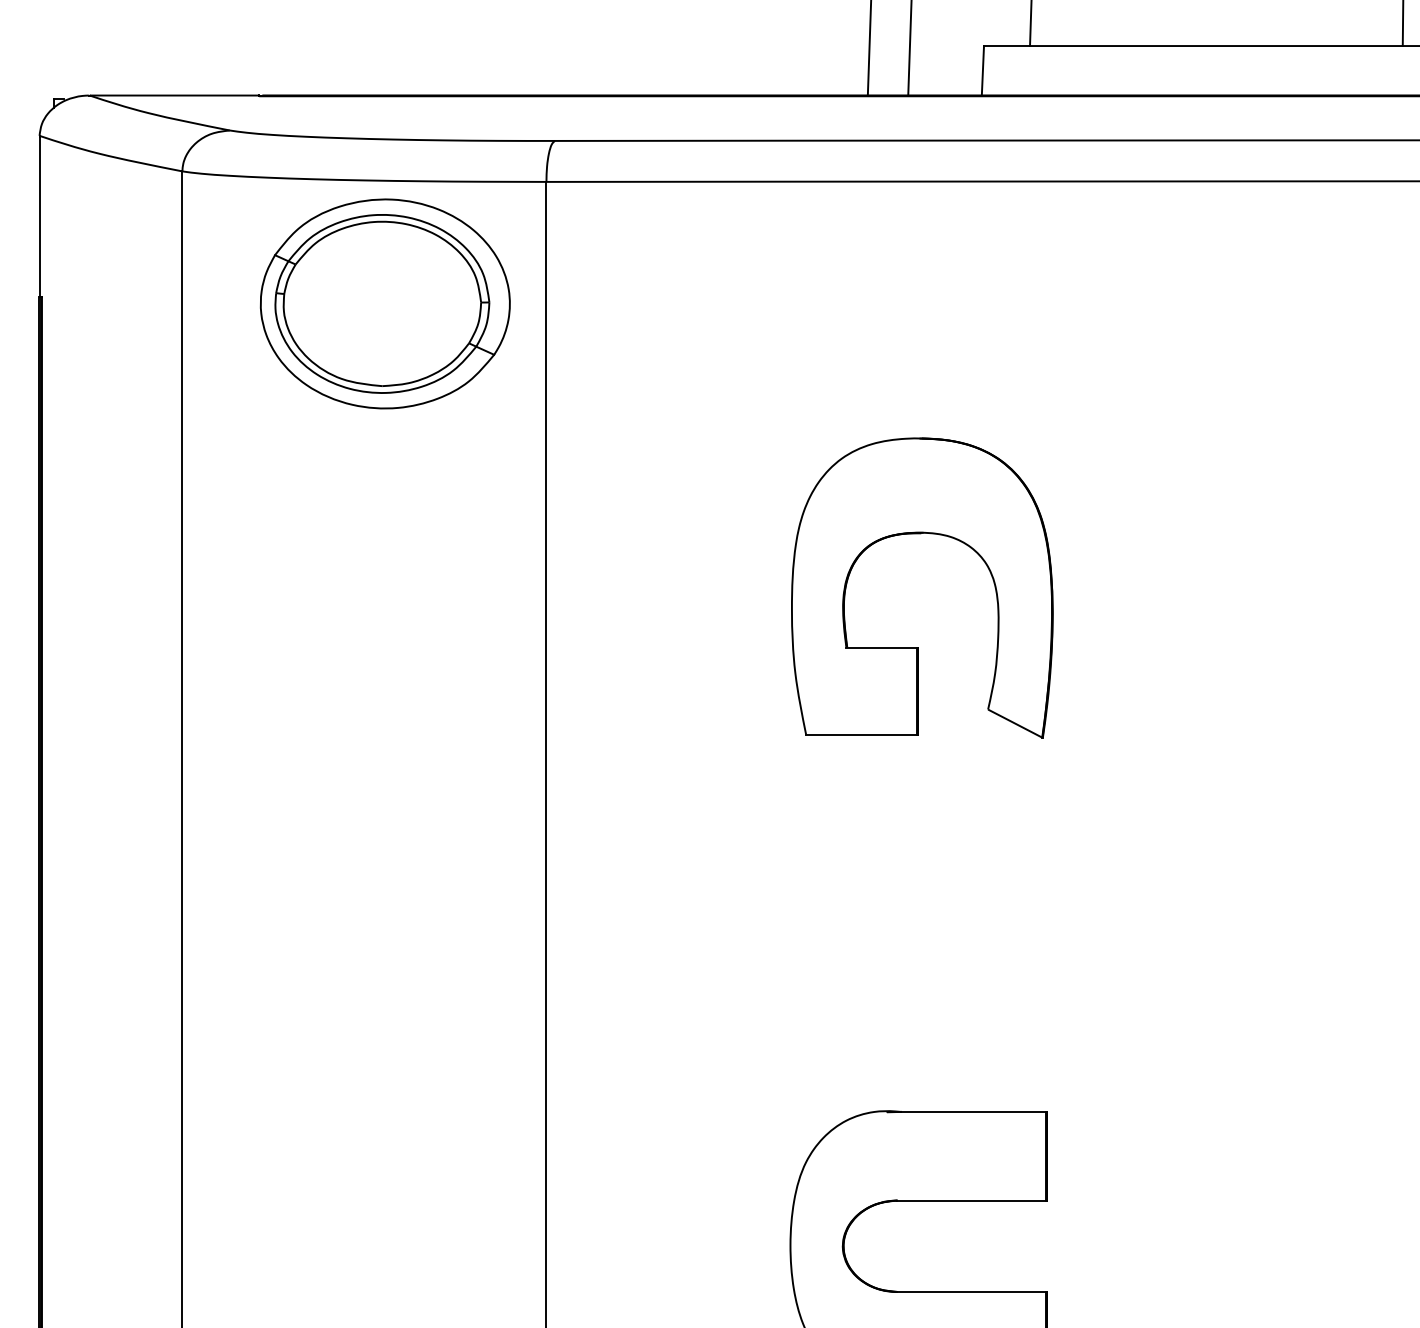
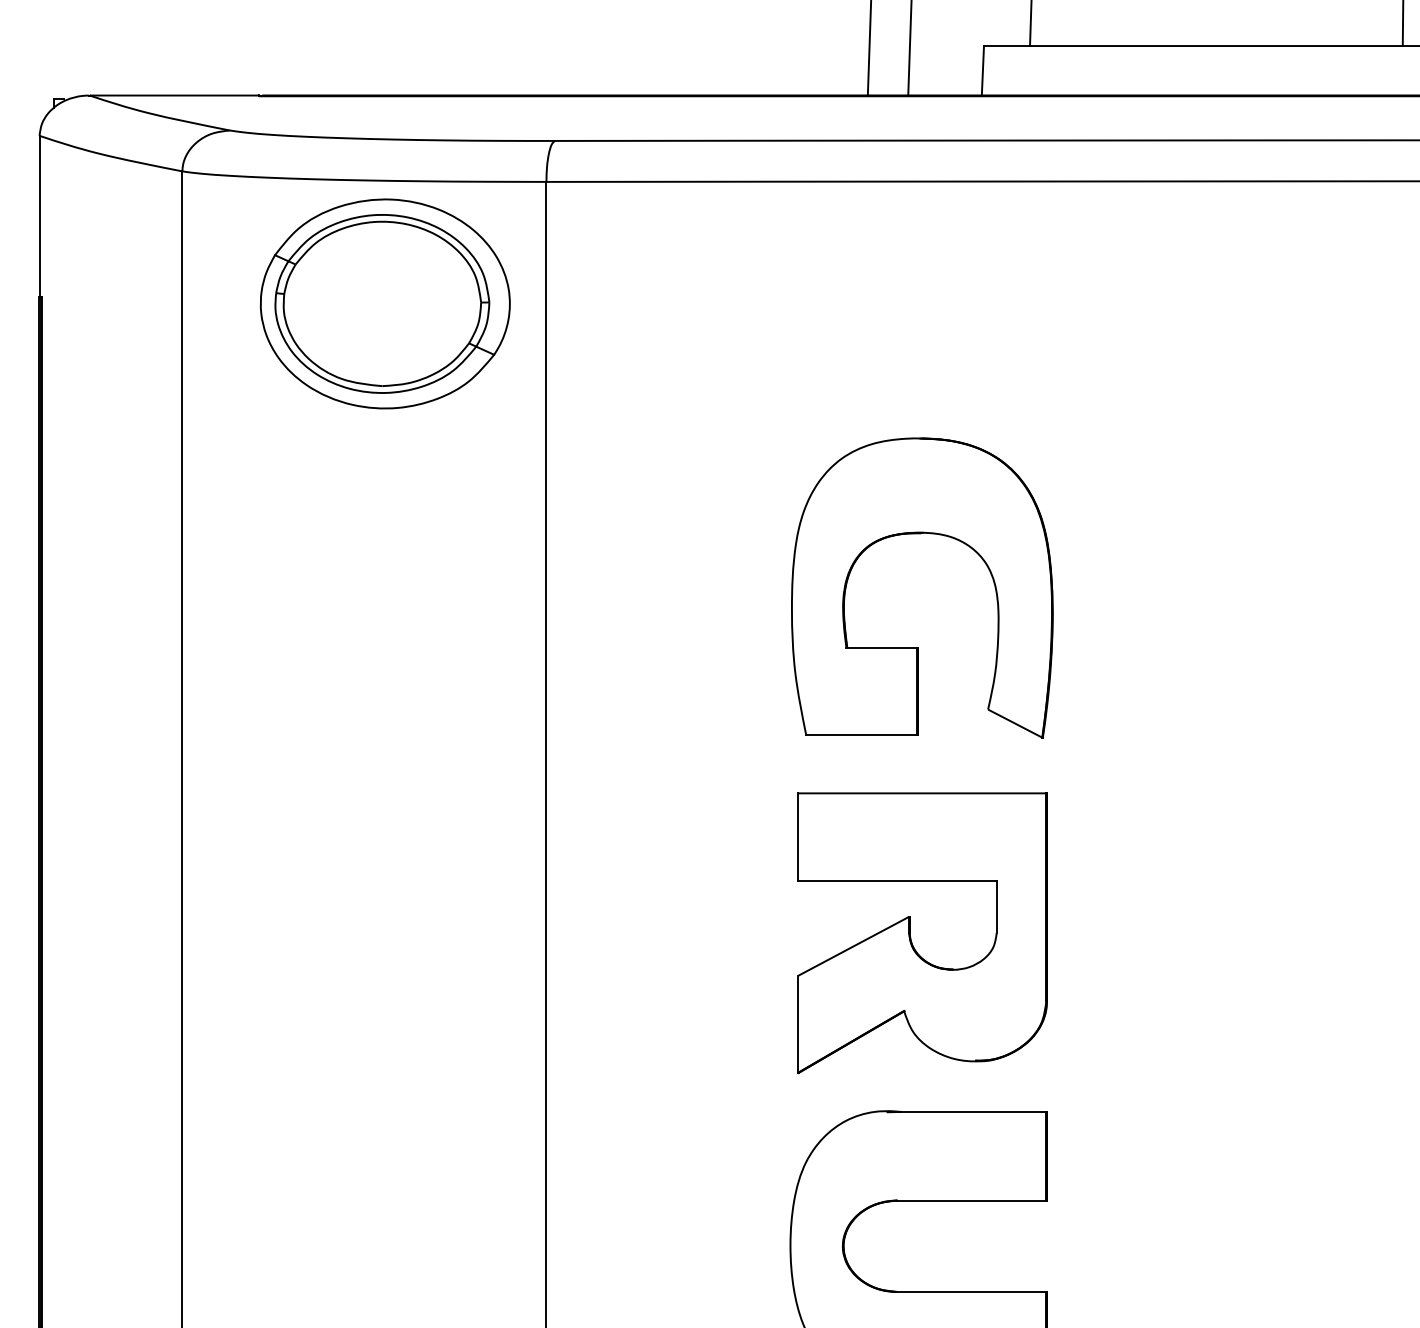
part at (911, 937): none -> present
